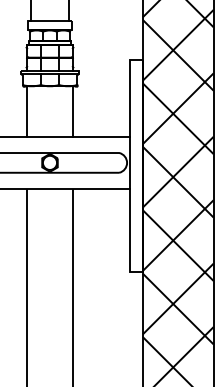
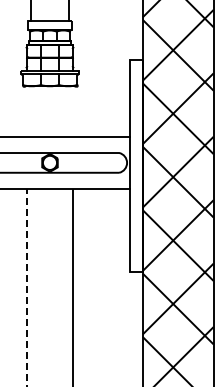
line at (27, 111): present -> none
line at (72, 111): present -> none
line at (27, 287): solid -> dashed
